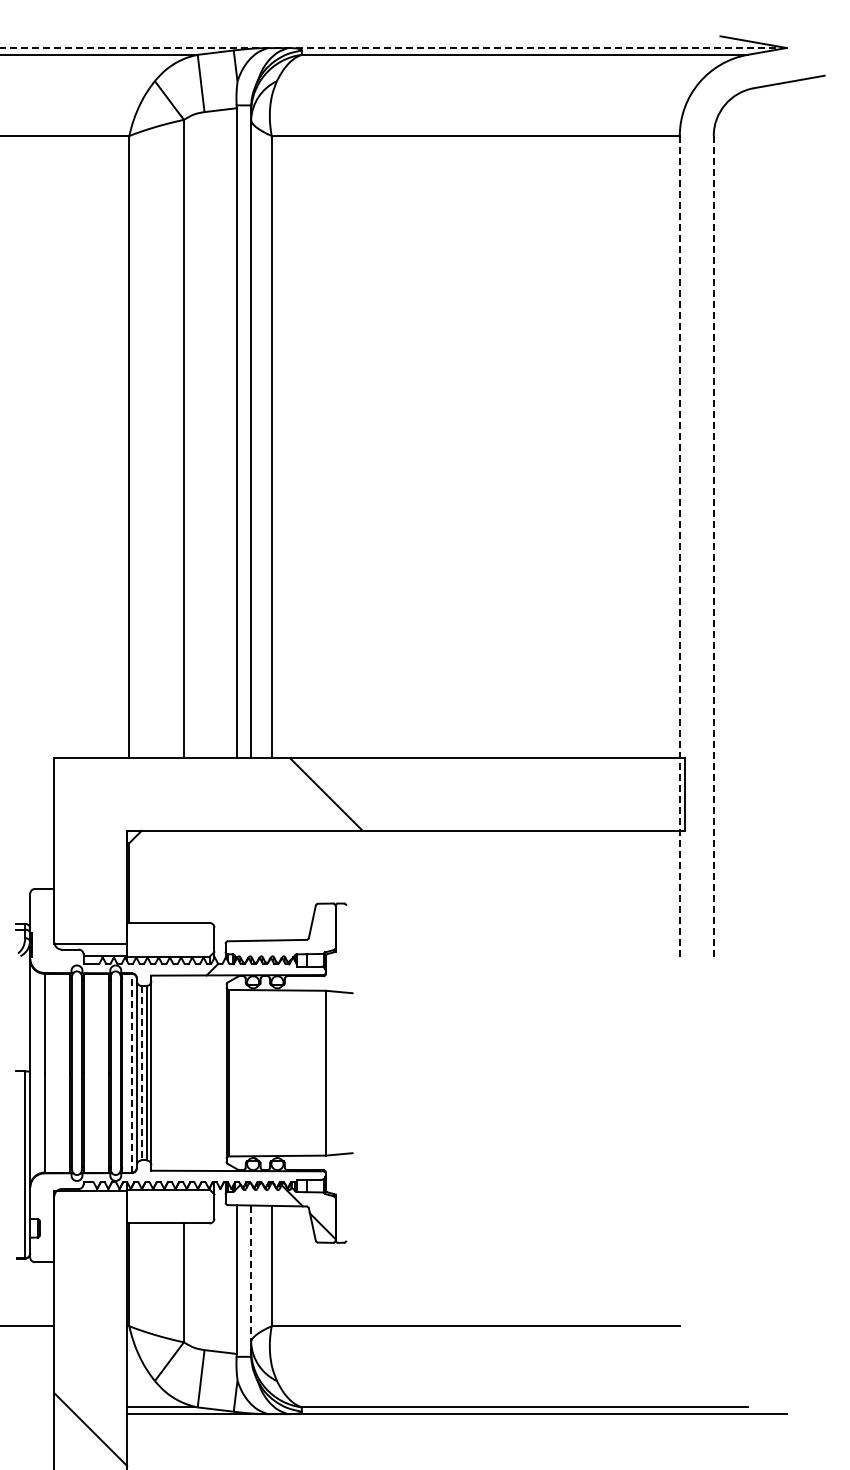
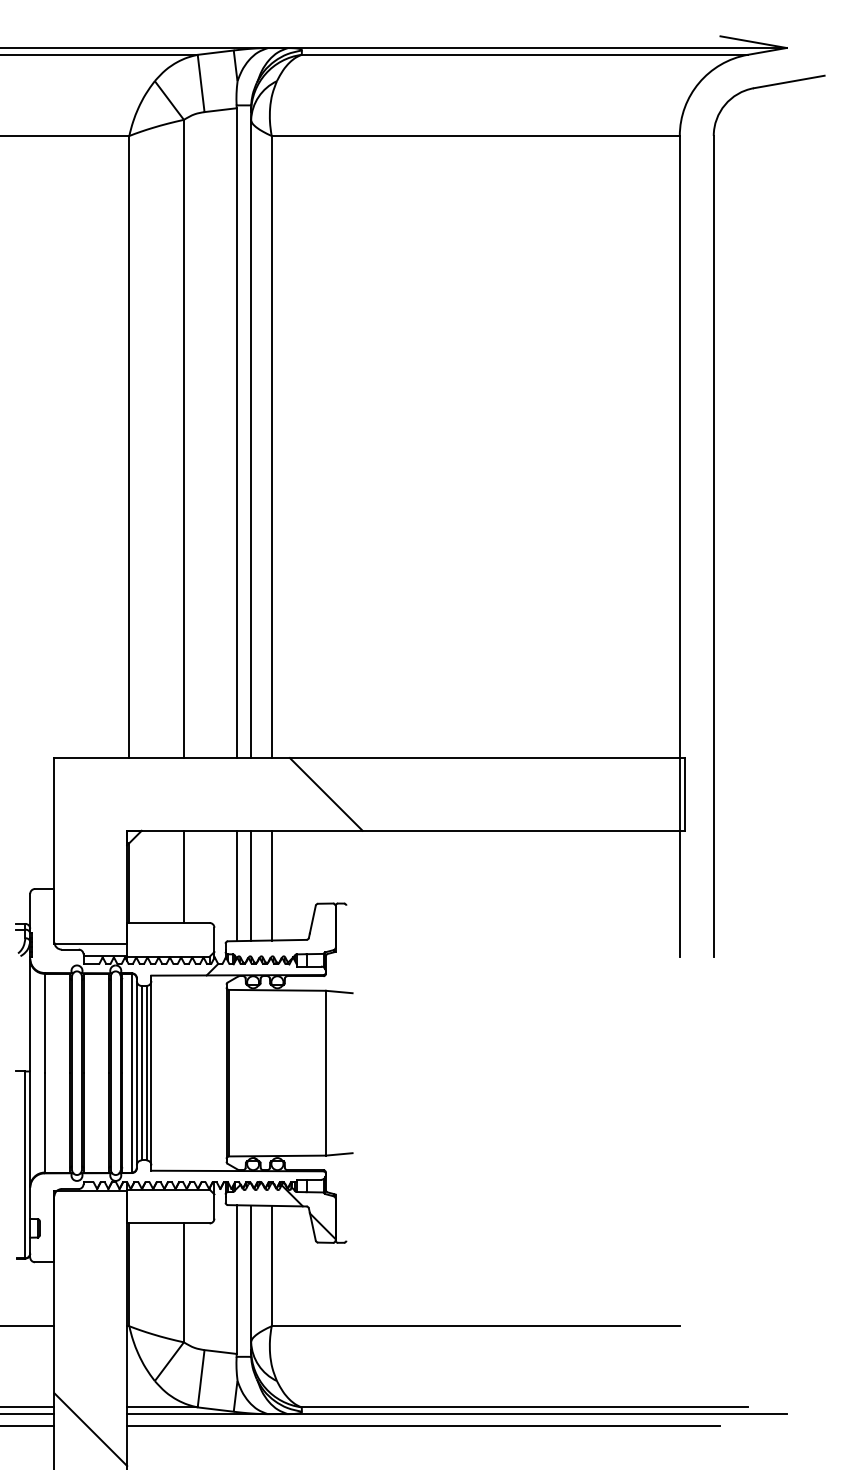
line at (393, 48): dashed -> solid
line at (679, 546): dashed -> solid
line at (713, 546): dashed -> solid
line at (183, 876): none -> present
line at (236, 885): none -> present
line at (251, 885): none -> present
line at (271, 885): none -> present
line at (132, 1072): dashed -> solid
line at (141, 1073): dashed -> solid
line at (251, 1274): dashed -> solid
line at (28, 1407): none -> present
line at (28, 1414): none -> present
line at (28, 1425): none -> present
line at (423, 1425): none -> present
